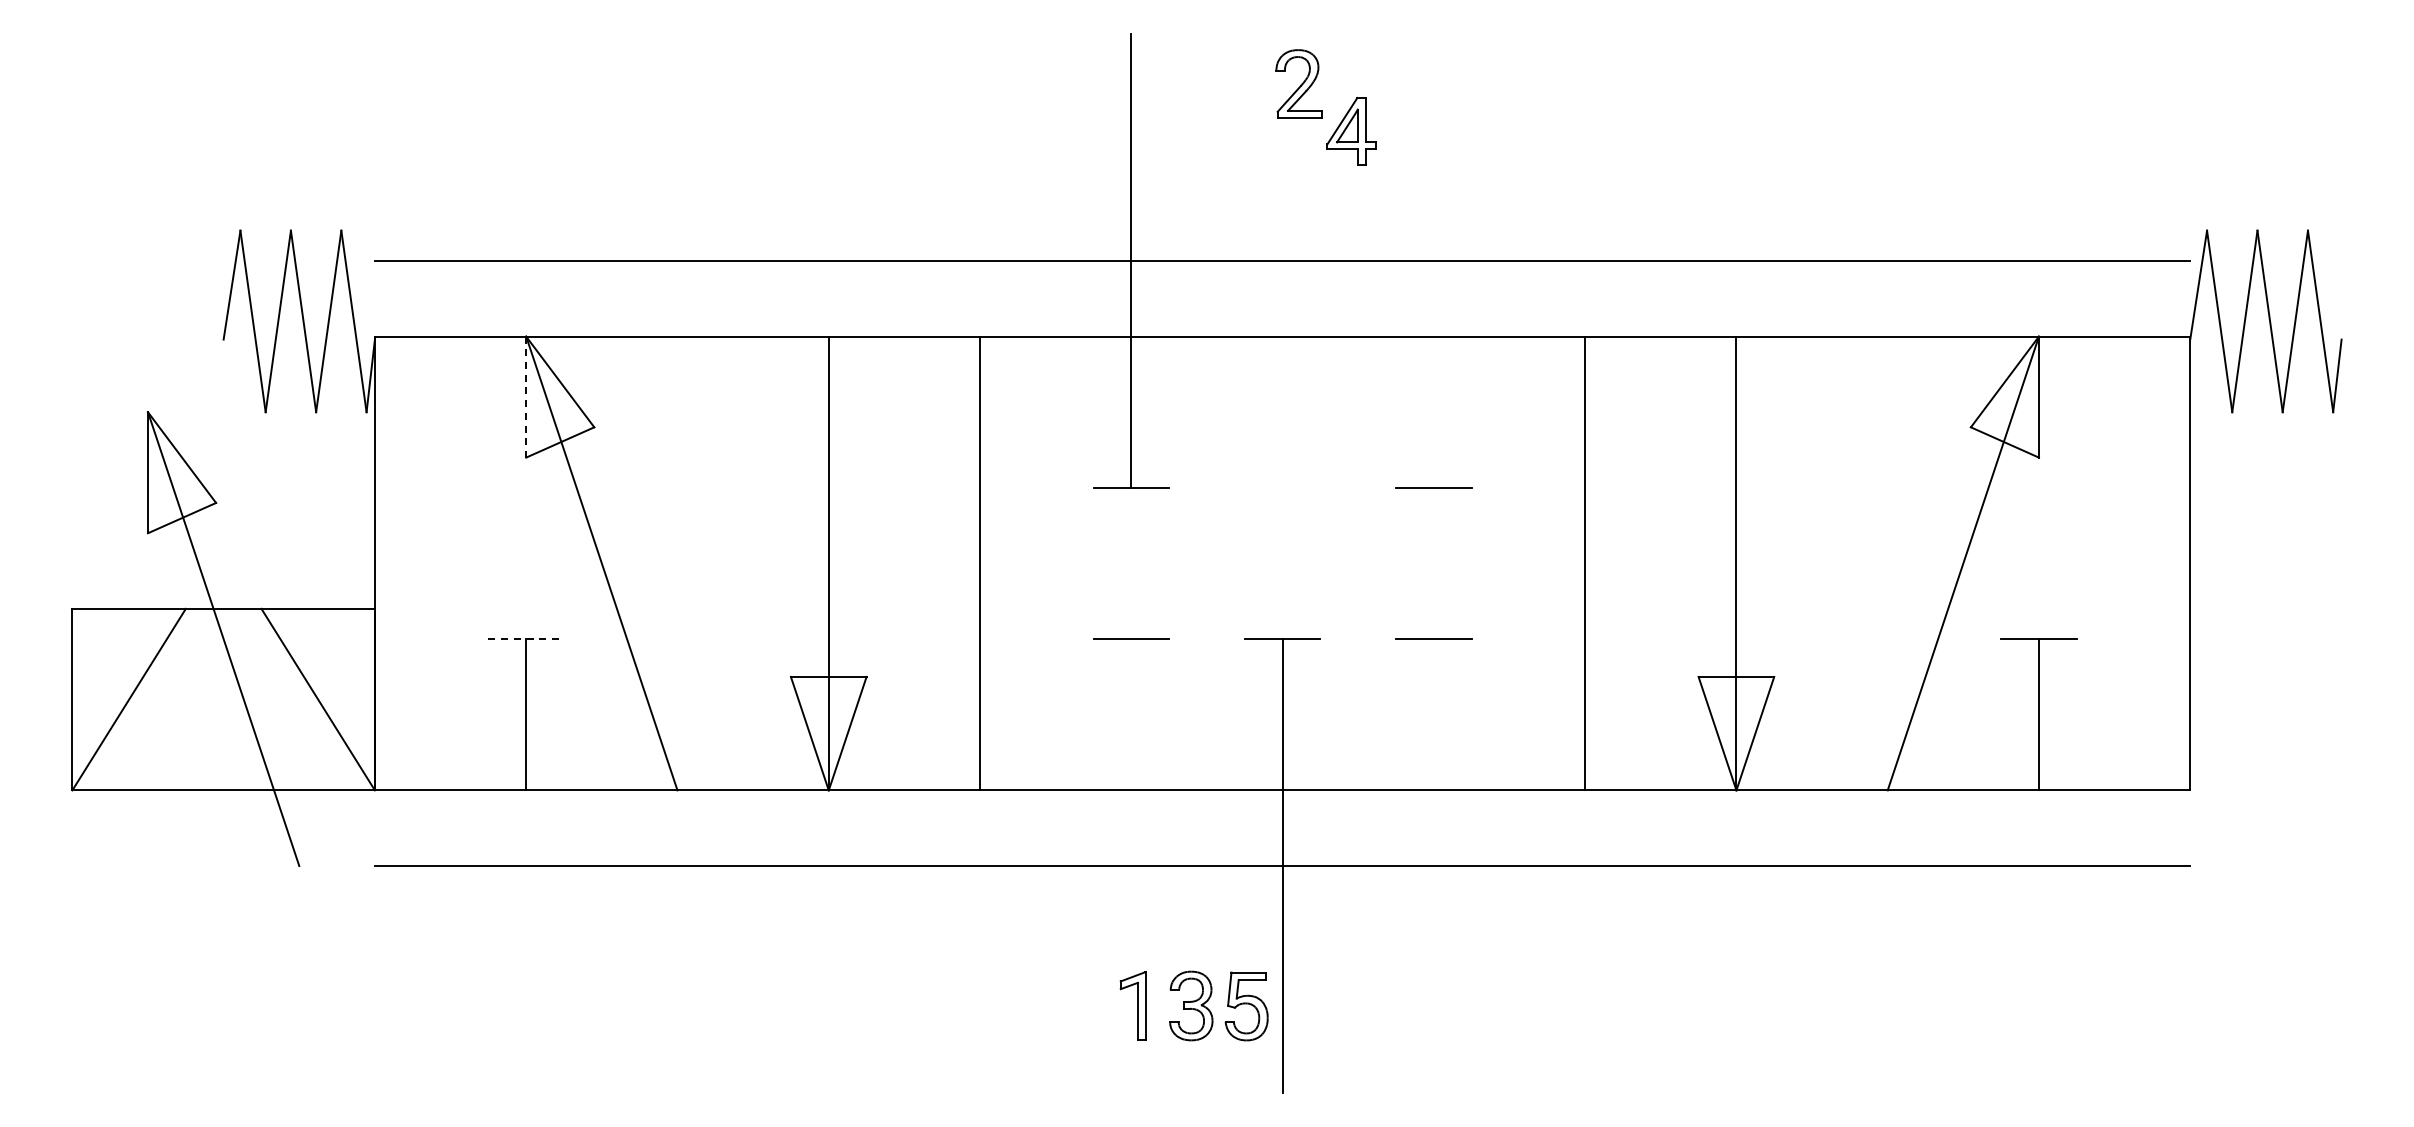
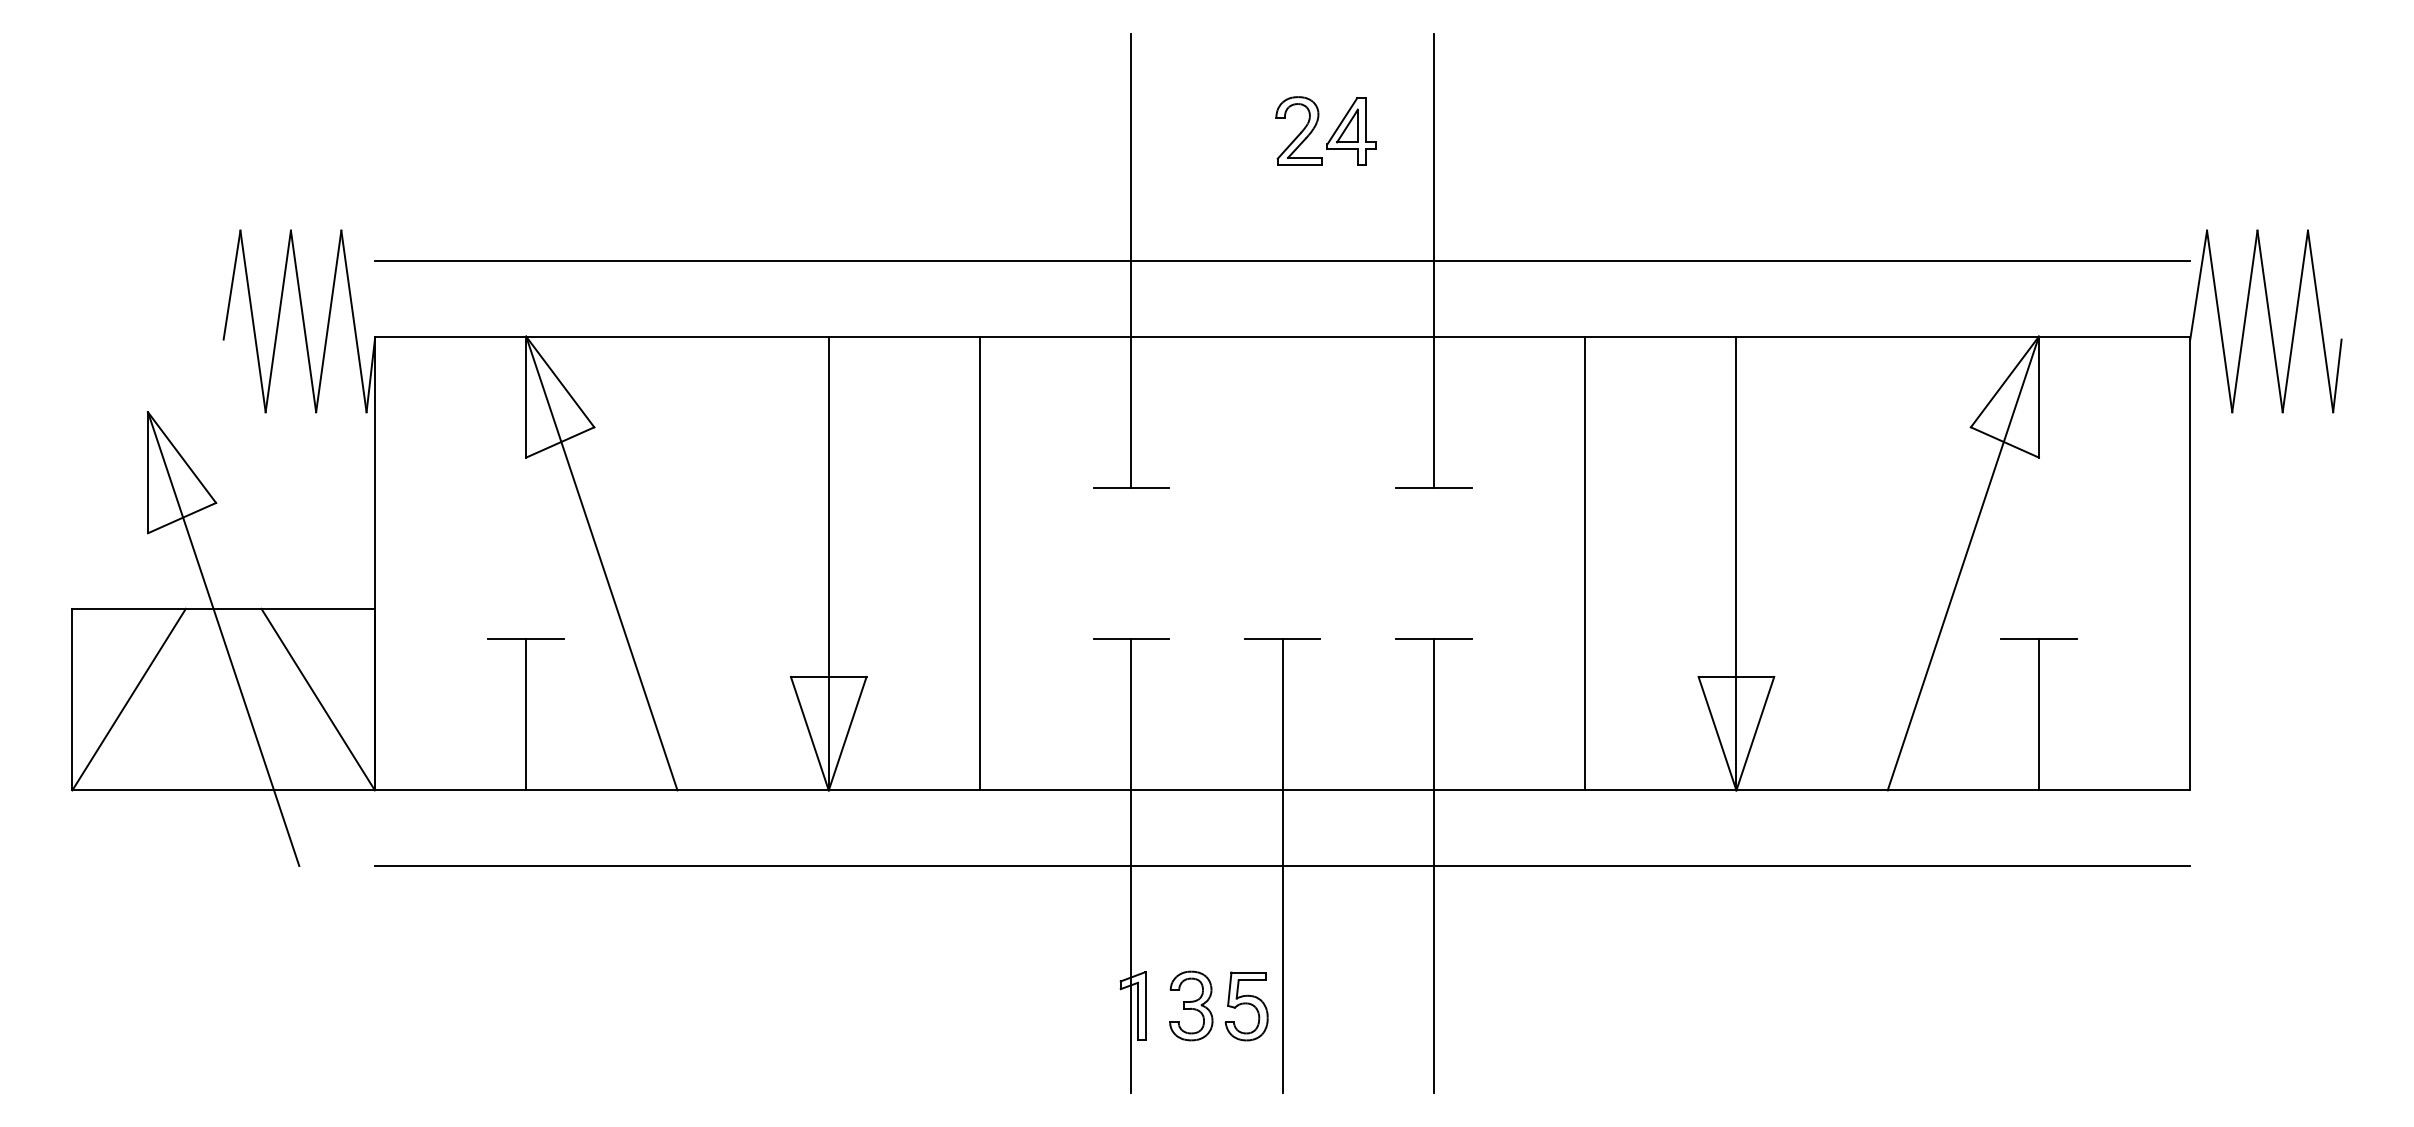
part at (1298, 83) position: (1298, 83) -> (1298, 130)
line at (1433, 260): none -> present
line at (526, 397): dashed -> solid
line at (526, 639): dashed -> solid
line at (1131, 865): none -> present
line at (1433, 865): none -> present
